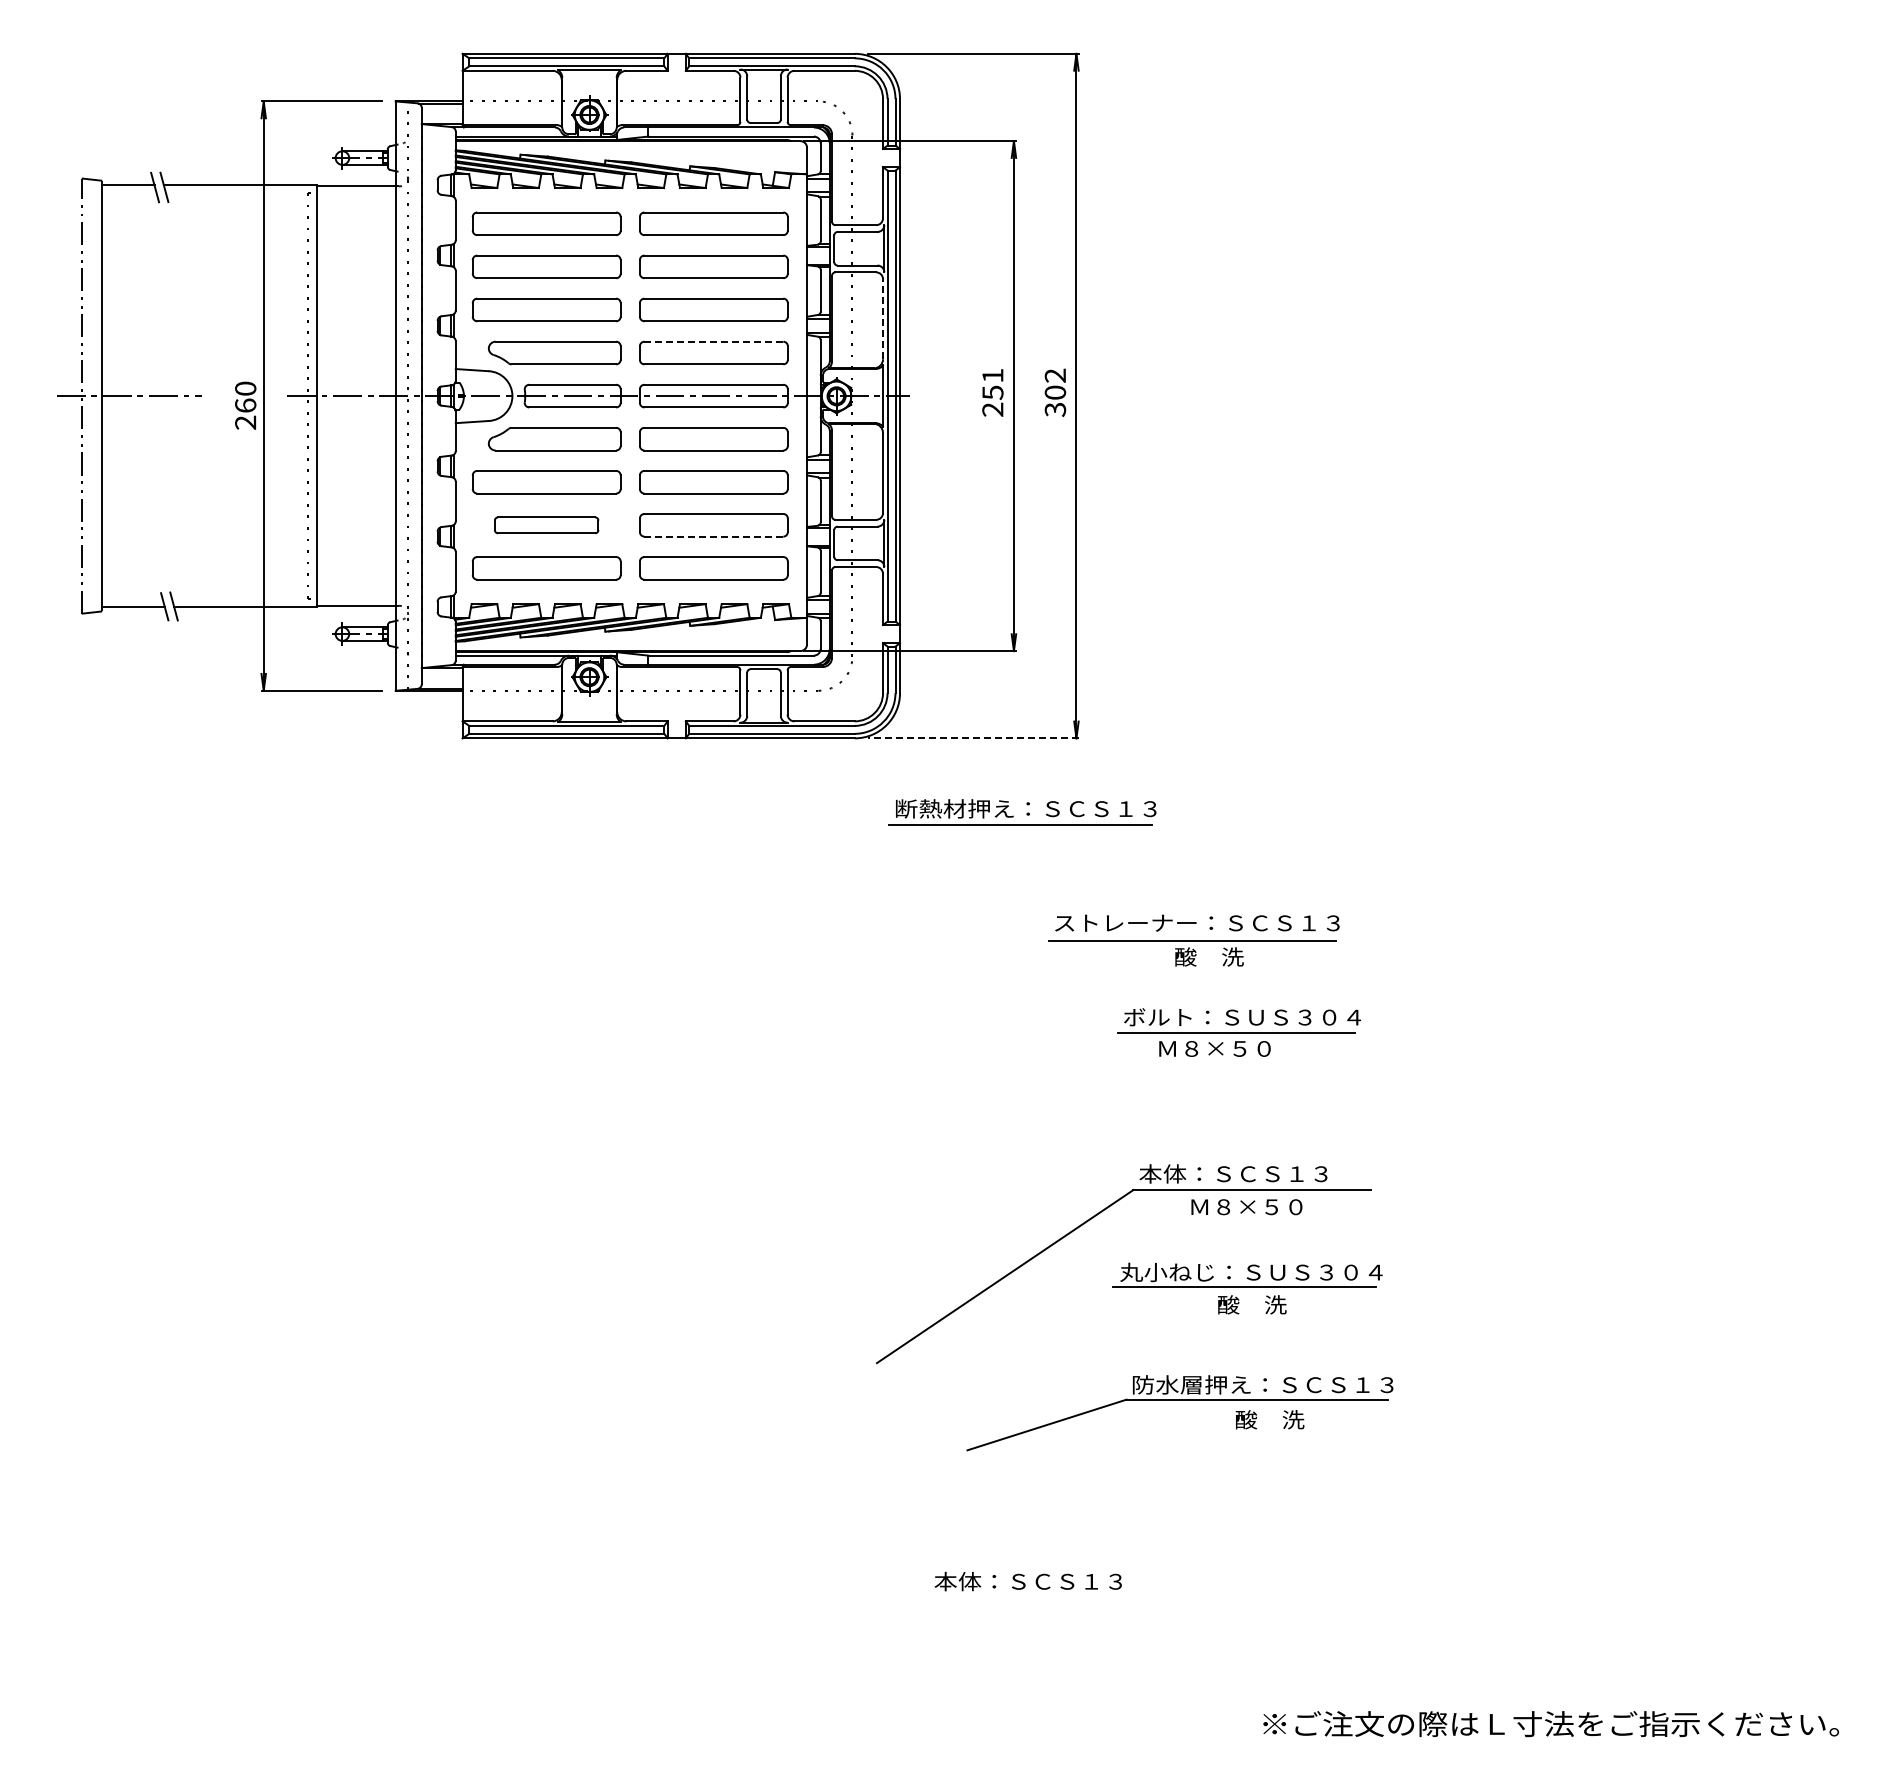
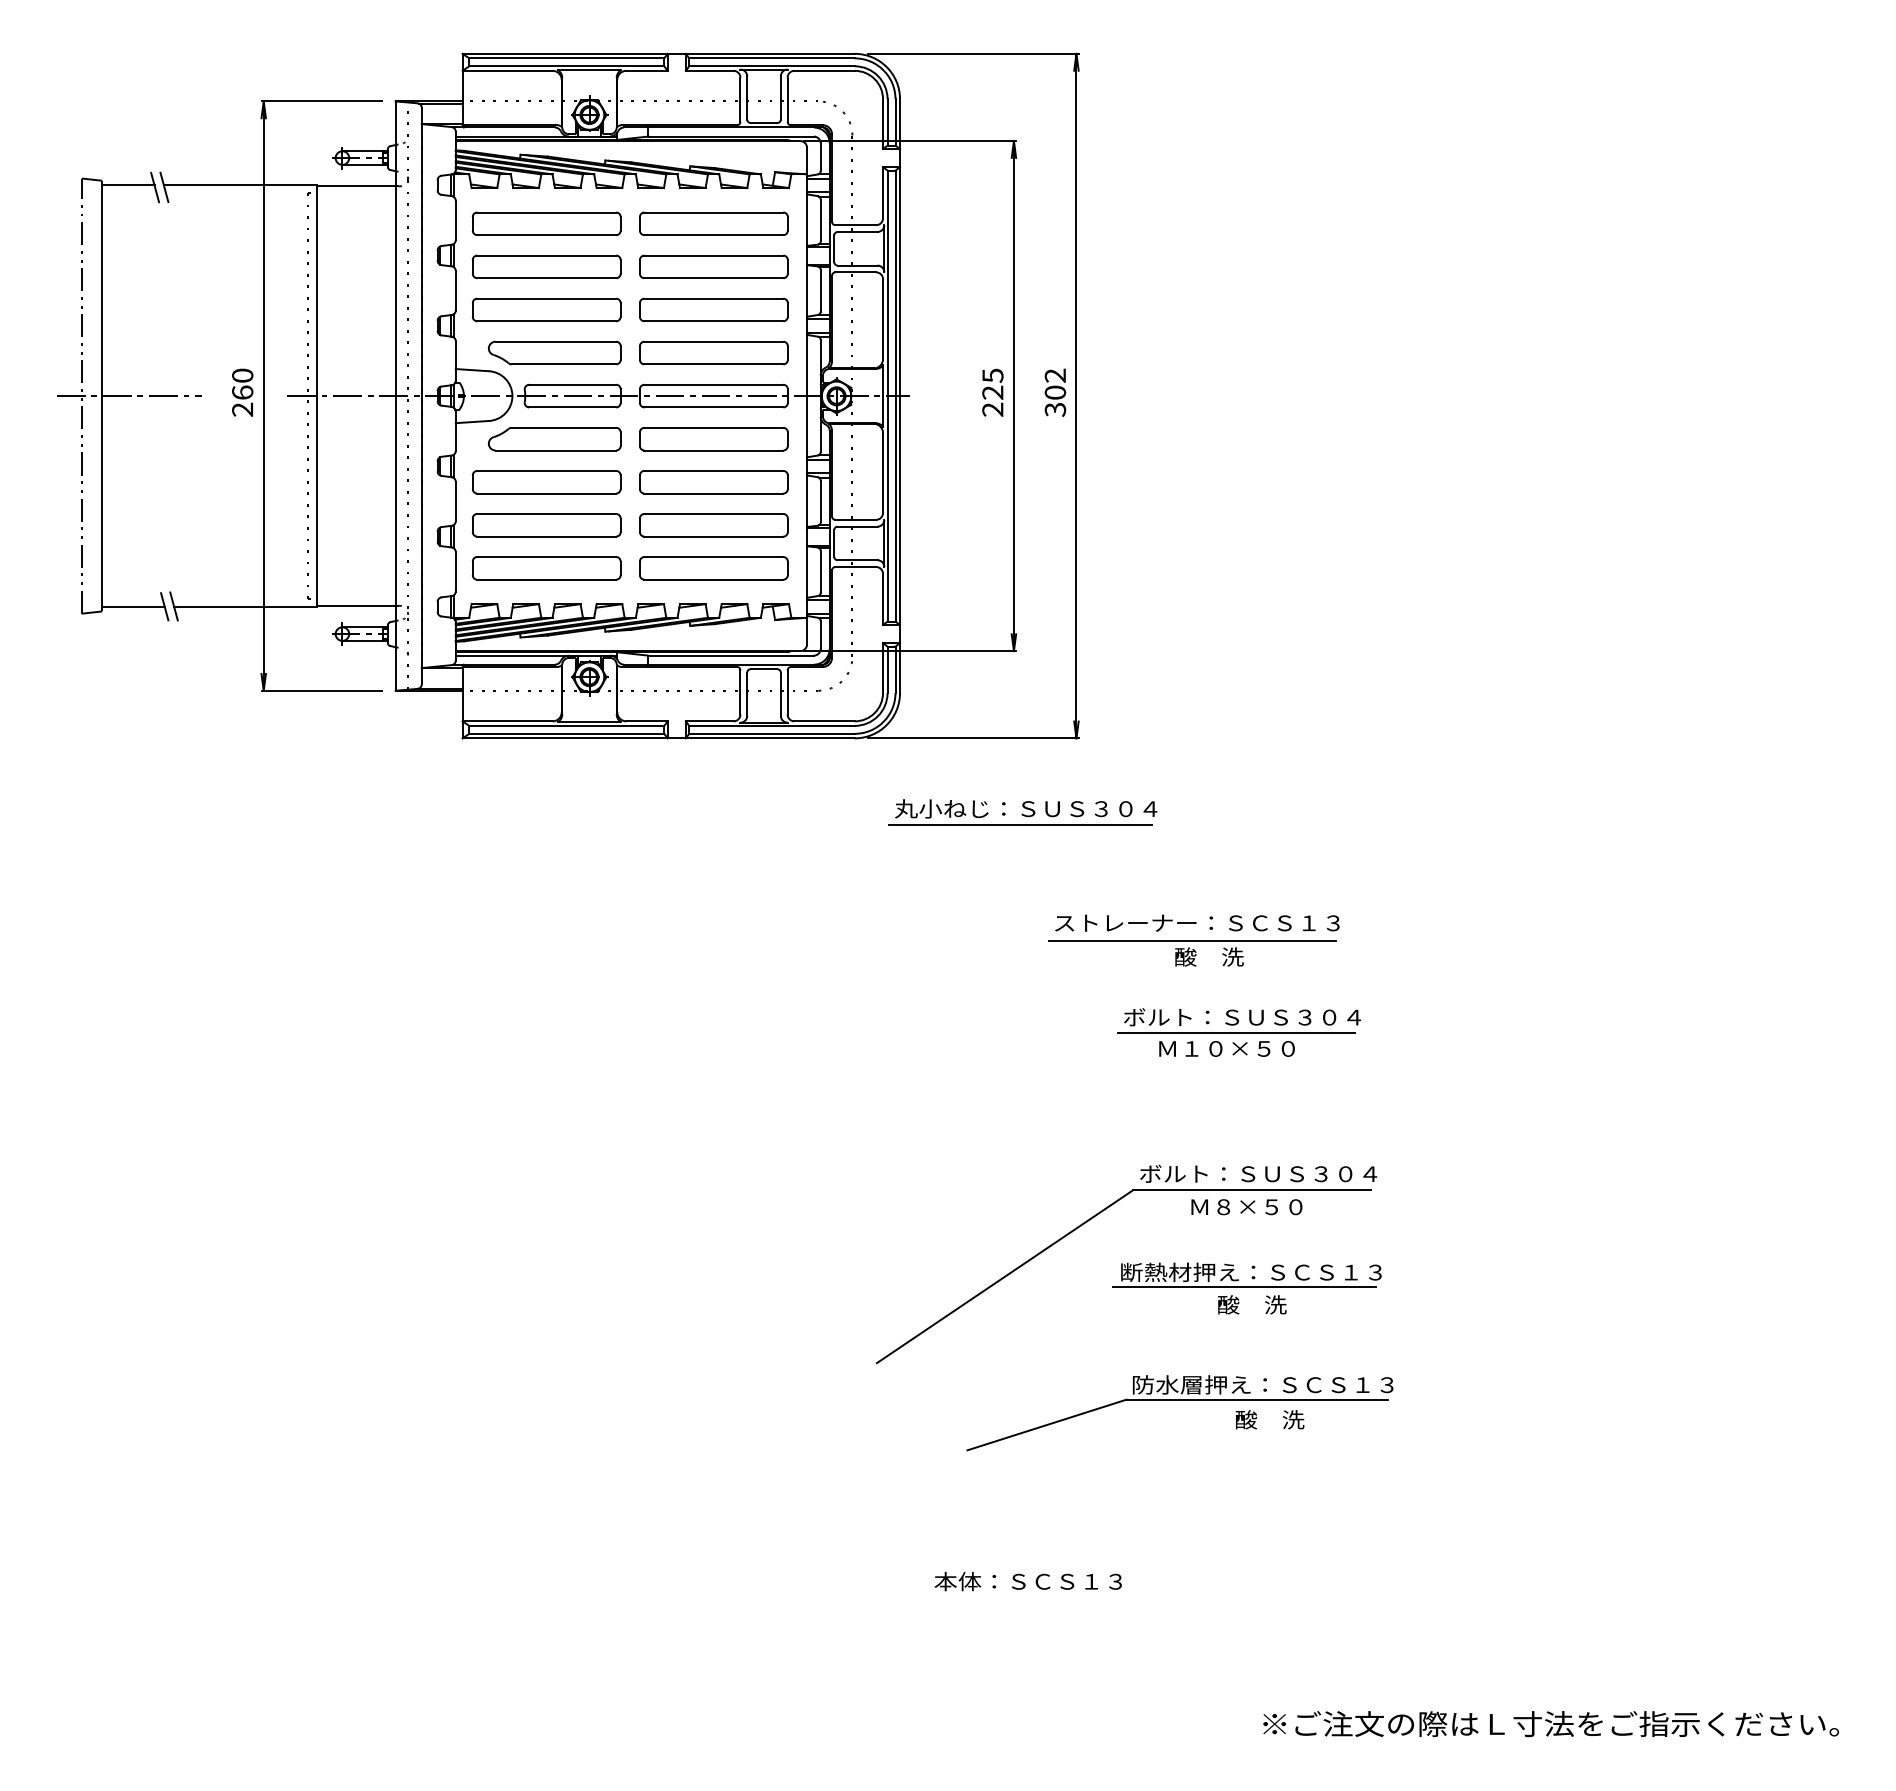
line at (883, 318): dashed -> solid
line at (714, 341): dashed -> solid
text at (992, 384): 251 -> 225
text at (245, 405) position: (245, 405) -> (242, 392)
part at (546, 525) size: 106x19 px -> 151x25 px
line at (714, 536): dashed -> solid
line at (972, 738): dashed -> solid
text at (1026, 808): 断熱材押え：ＳＣＳ１３ -> 丸小ねじ：ＳＵＳ３０４
text at (1239, 1048): Ｍ８×５０ -> Ｍ１０×５０
text at (1258, 1173): 本体：ＳＣＳ１３ -> ボルト：ＳＵＳ３０４
text at (1251, 1272): 丸小ねじ：ＳＵＳ３０４ -> 断熱材押え：ＳＣＳ１３
